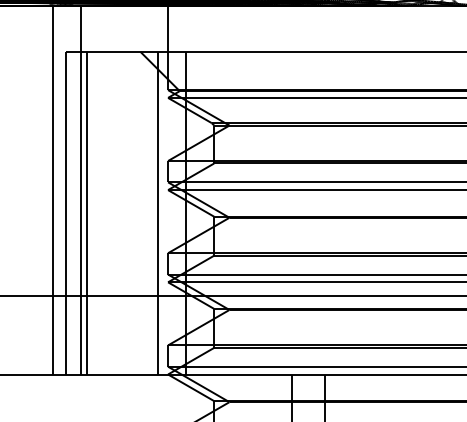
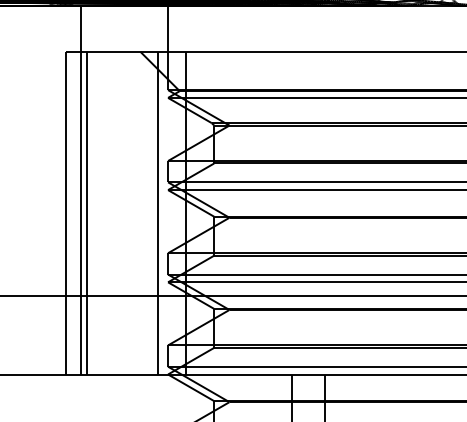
line at (52, 189): present -> none
